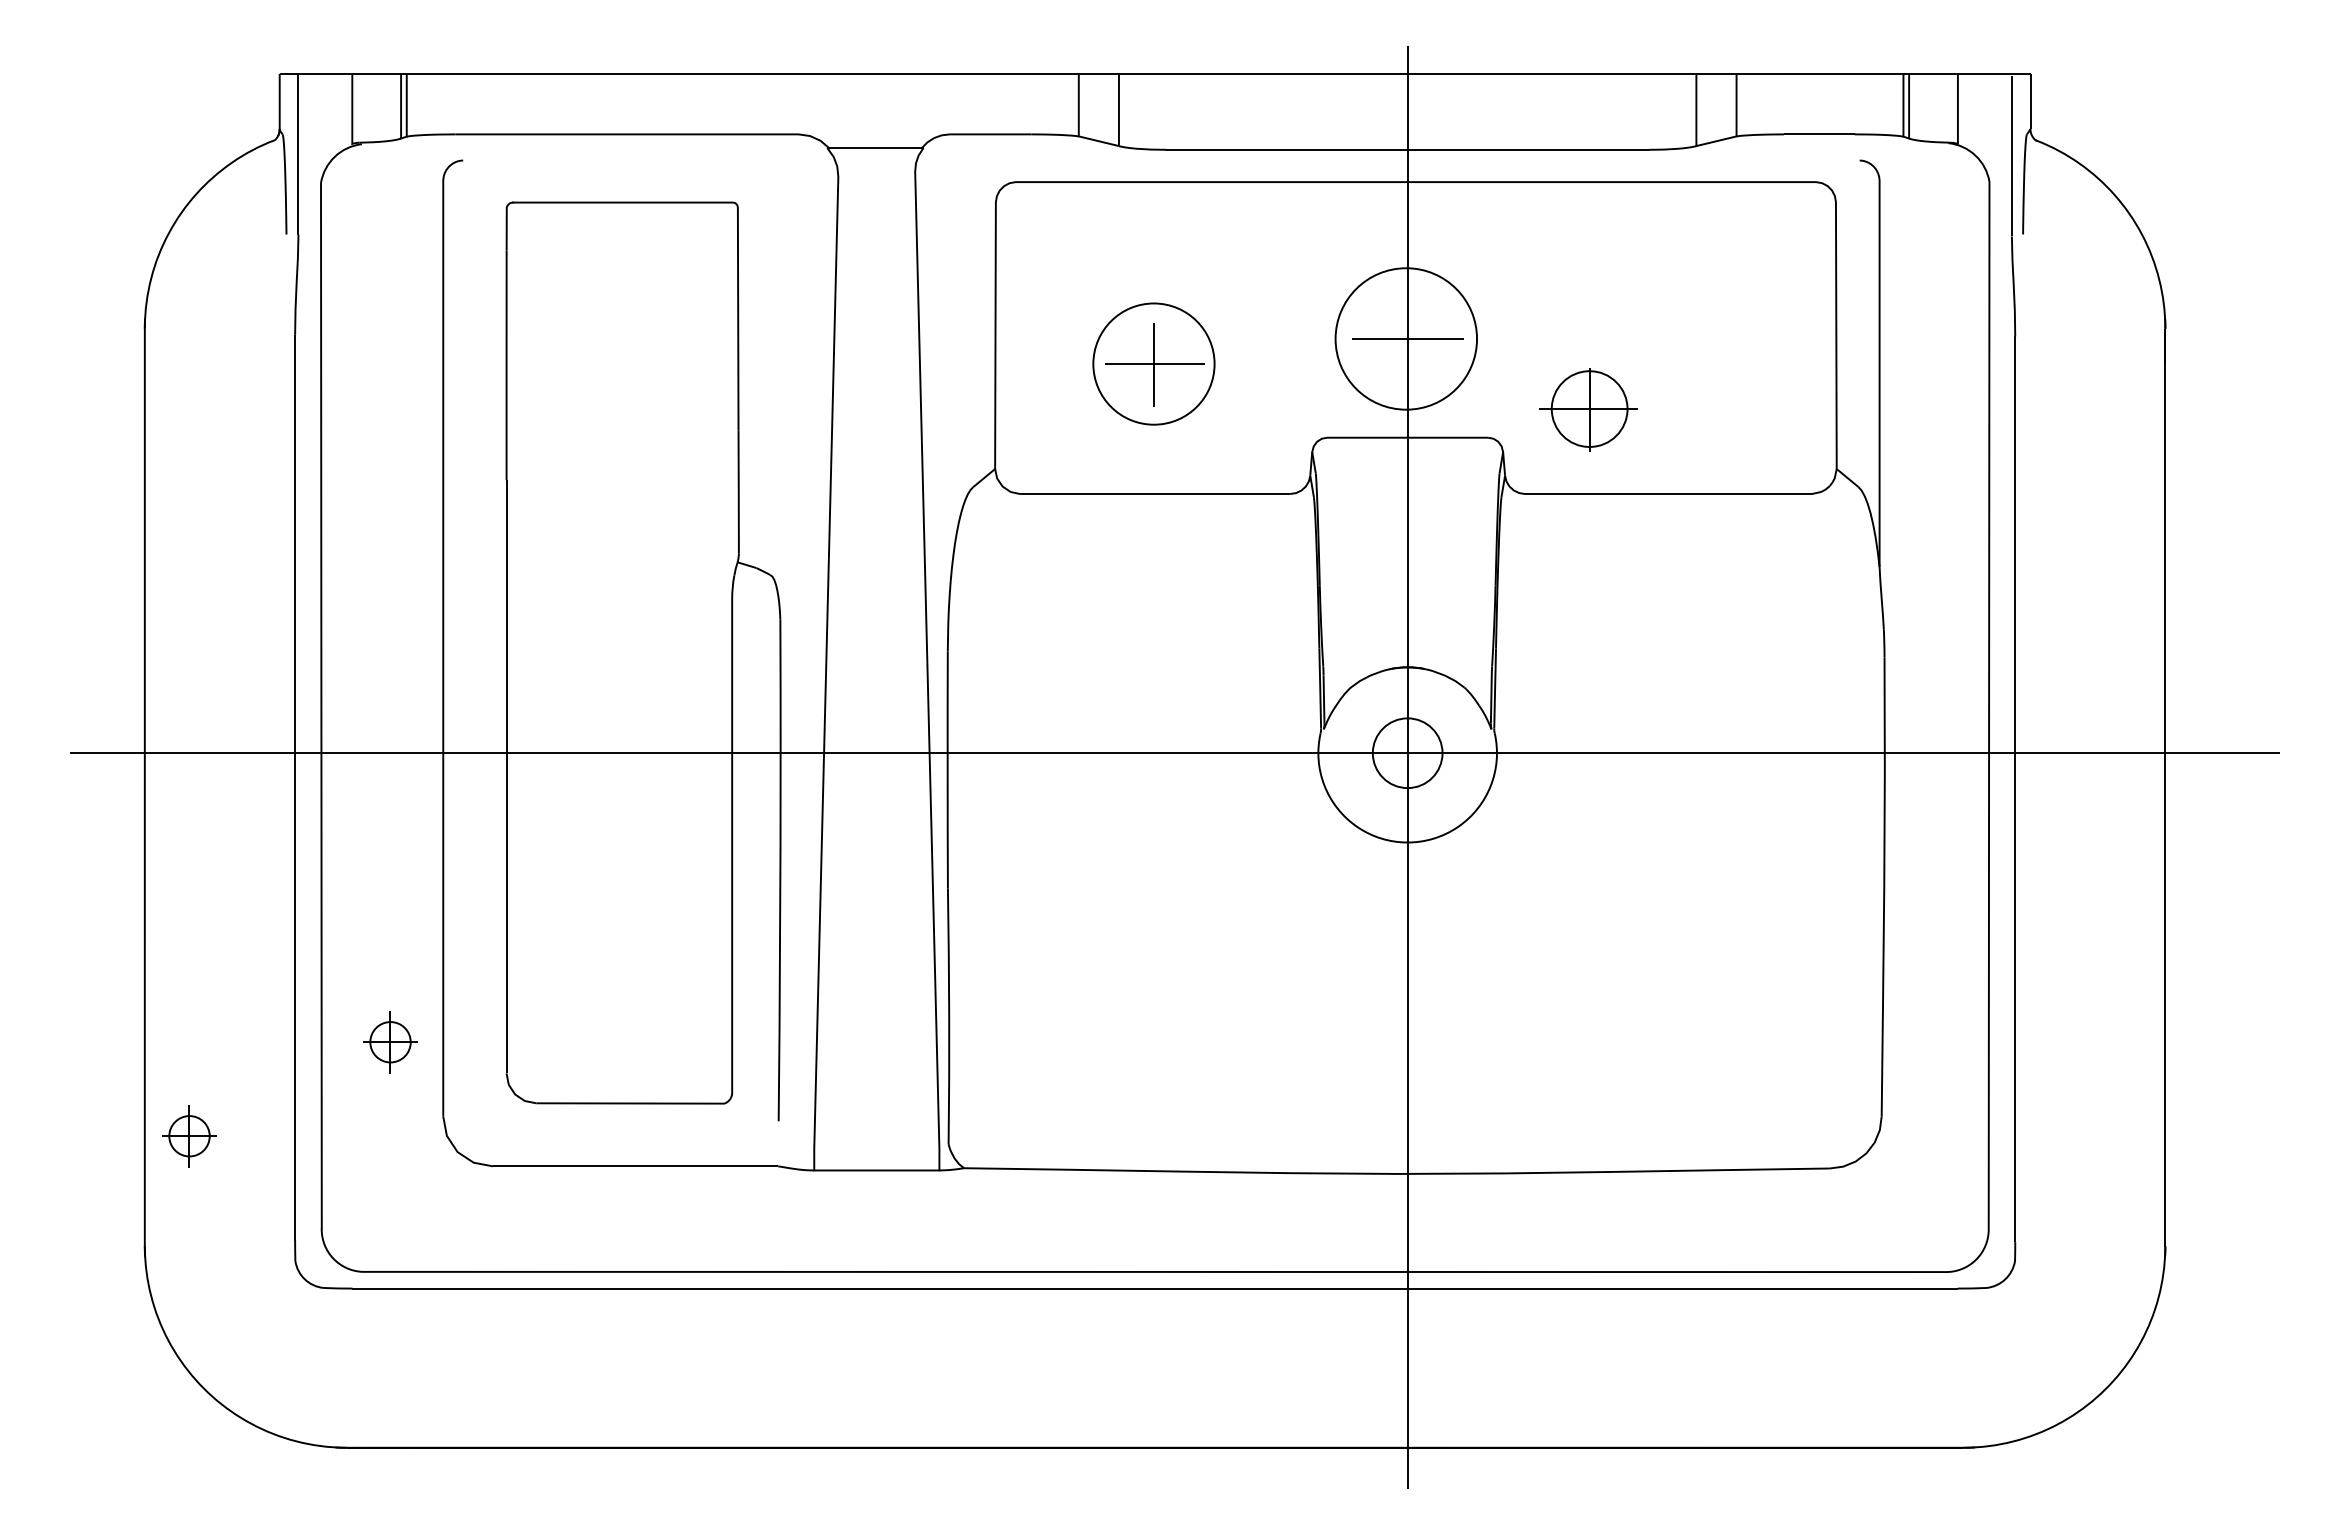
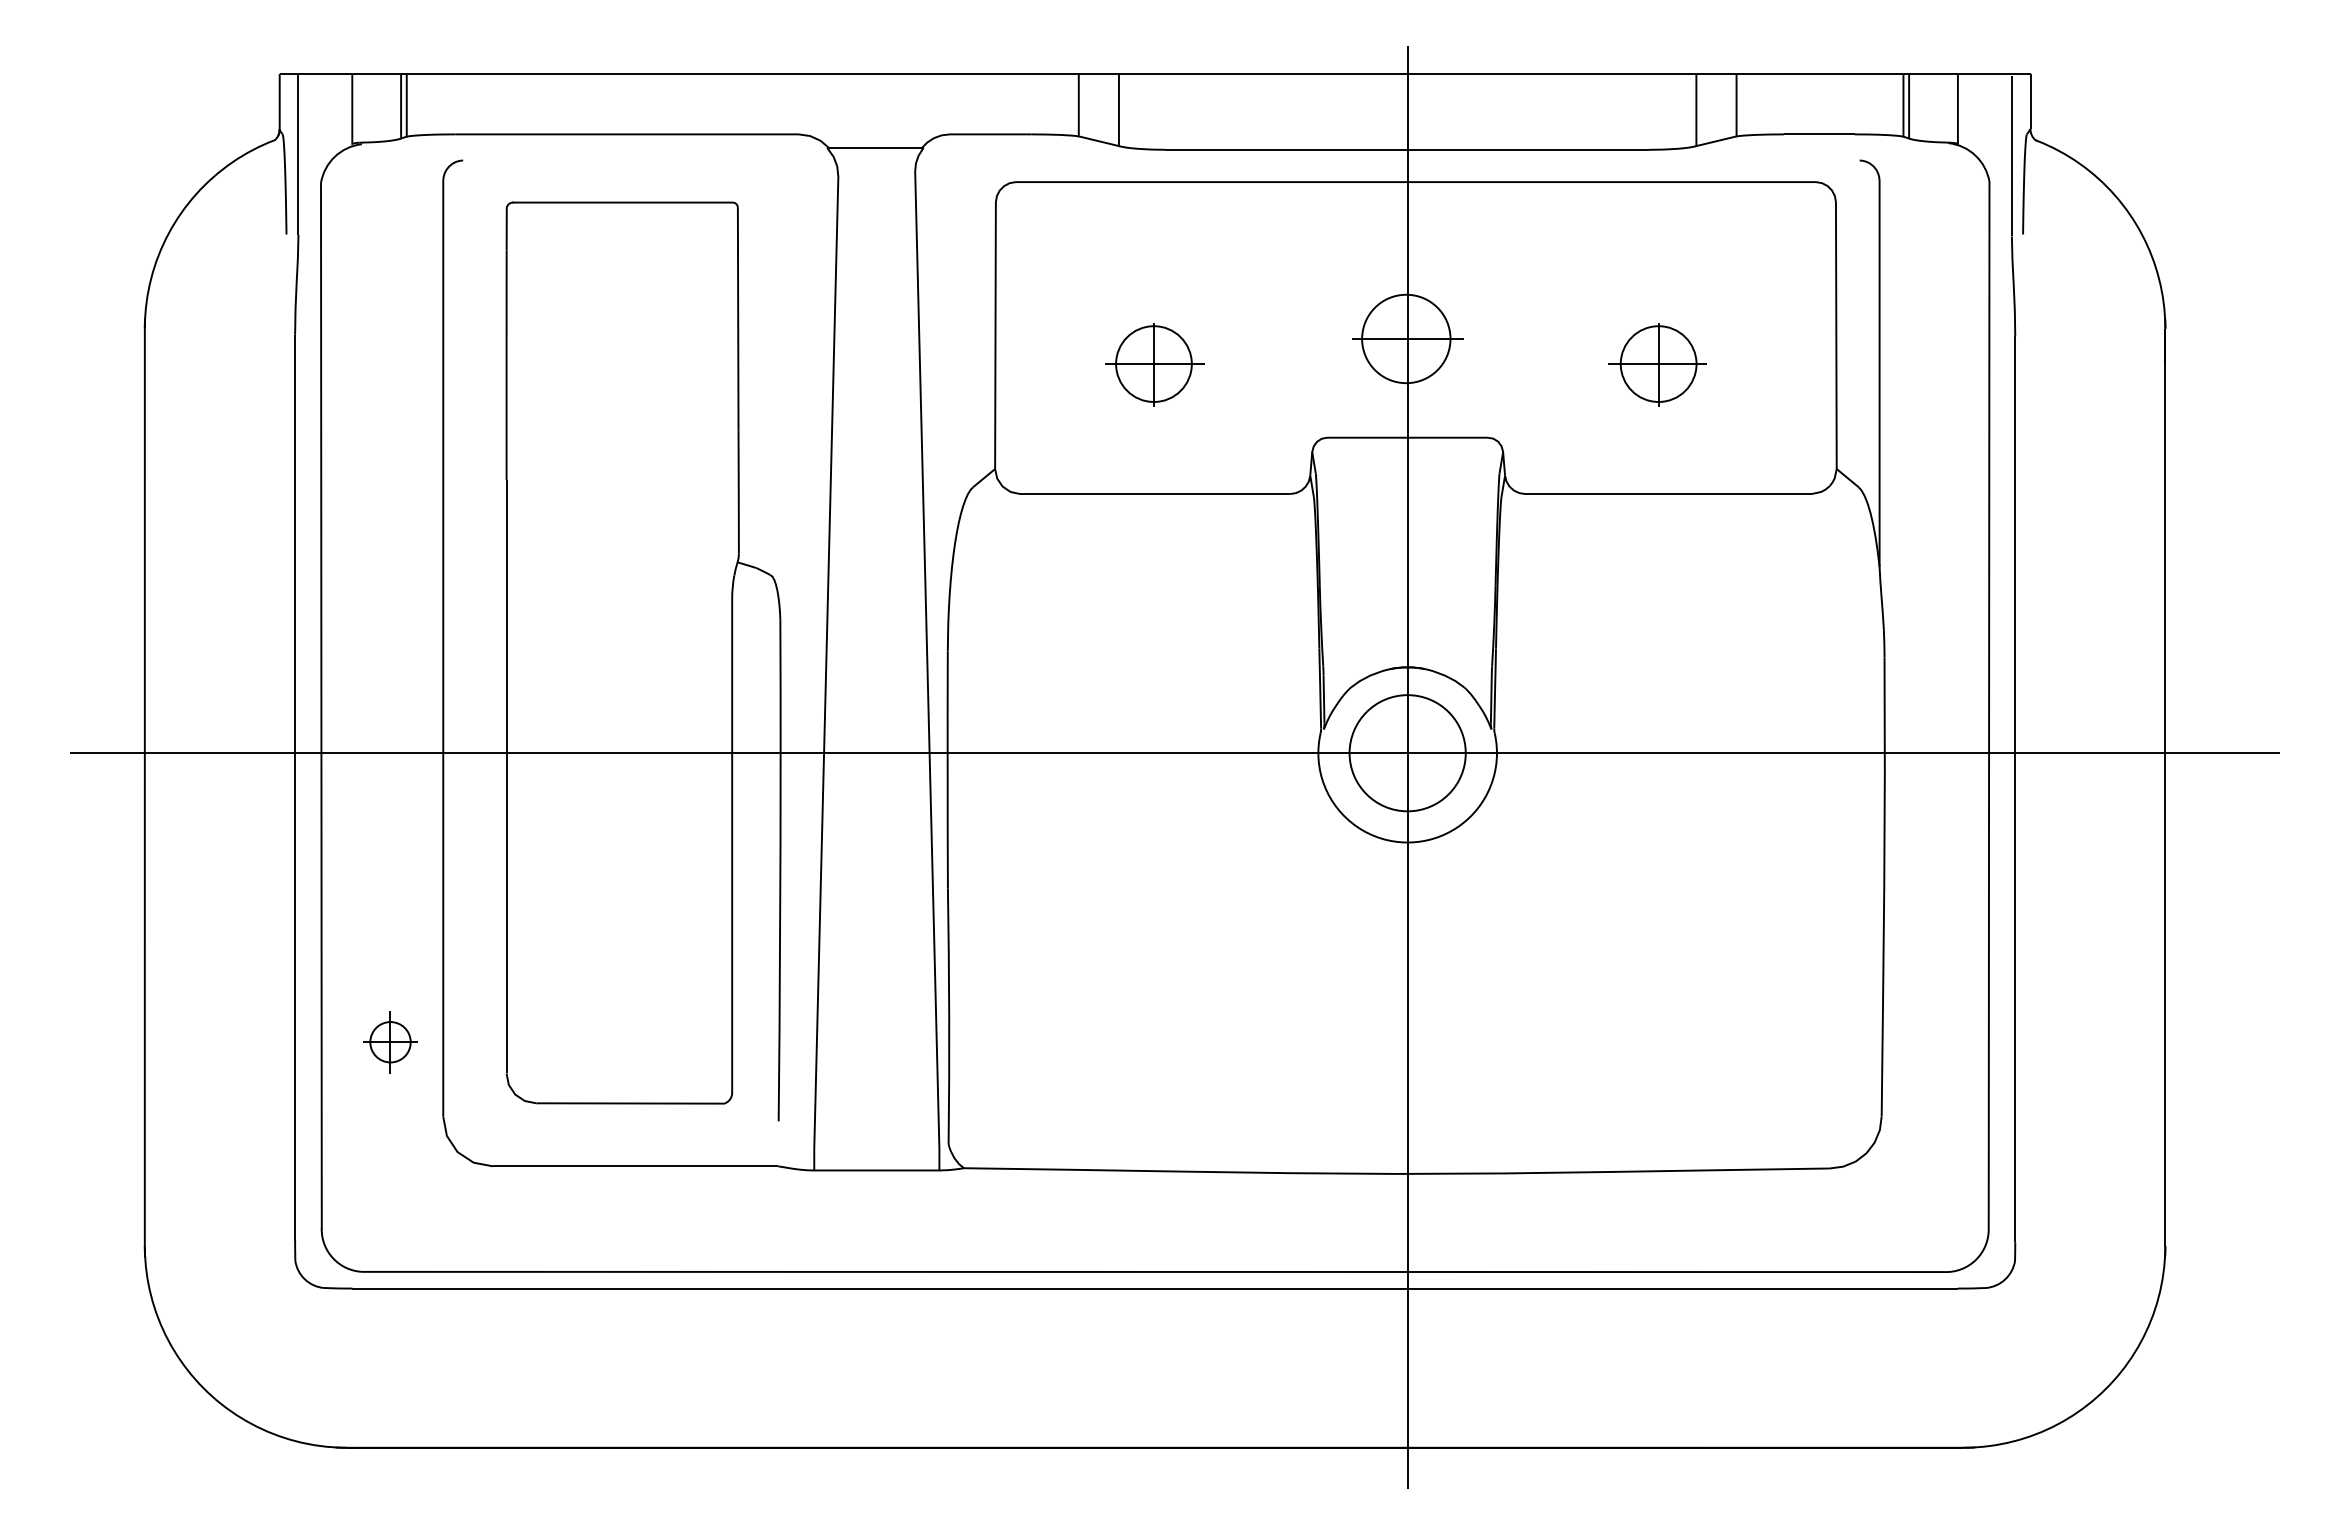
circle at (1406, 338) diameter: 141 px -> 88 px
circle at (1153, 363) diameter: 121 px -> 76 px
part at (1588, 409) position: (1588, 409) -> (1657, 364)
circle at (1407, 753) diameter: 70 px -> 116 px
part at (189, 1136): present -> none
